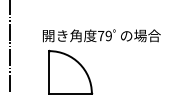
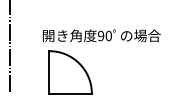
text at (104, 35): 79 -> 90
